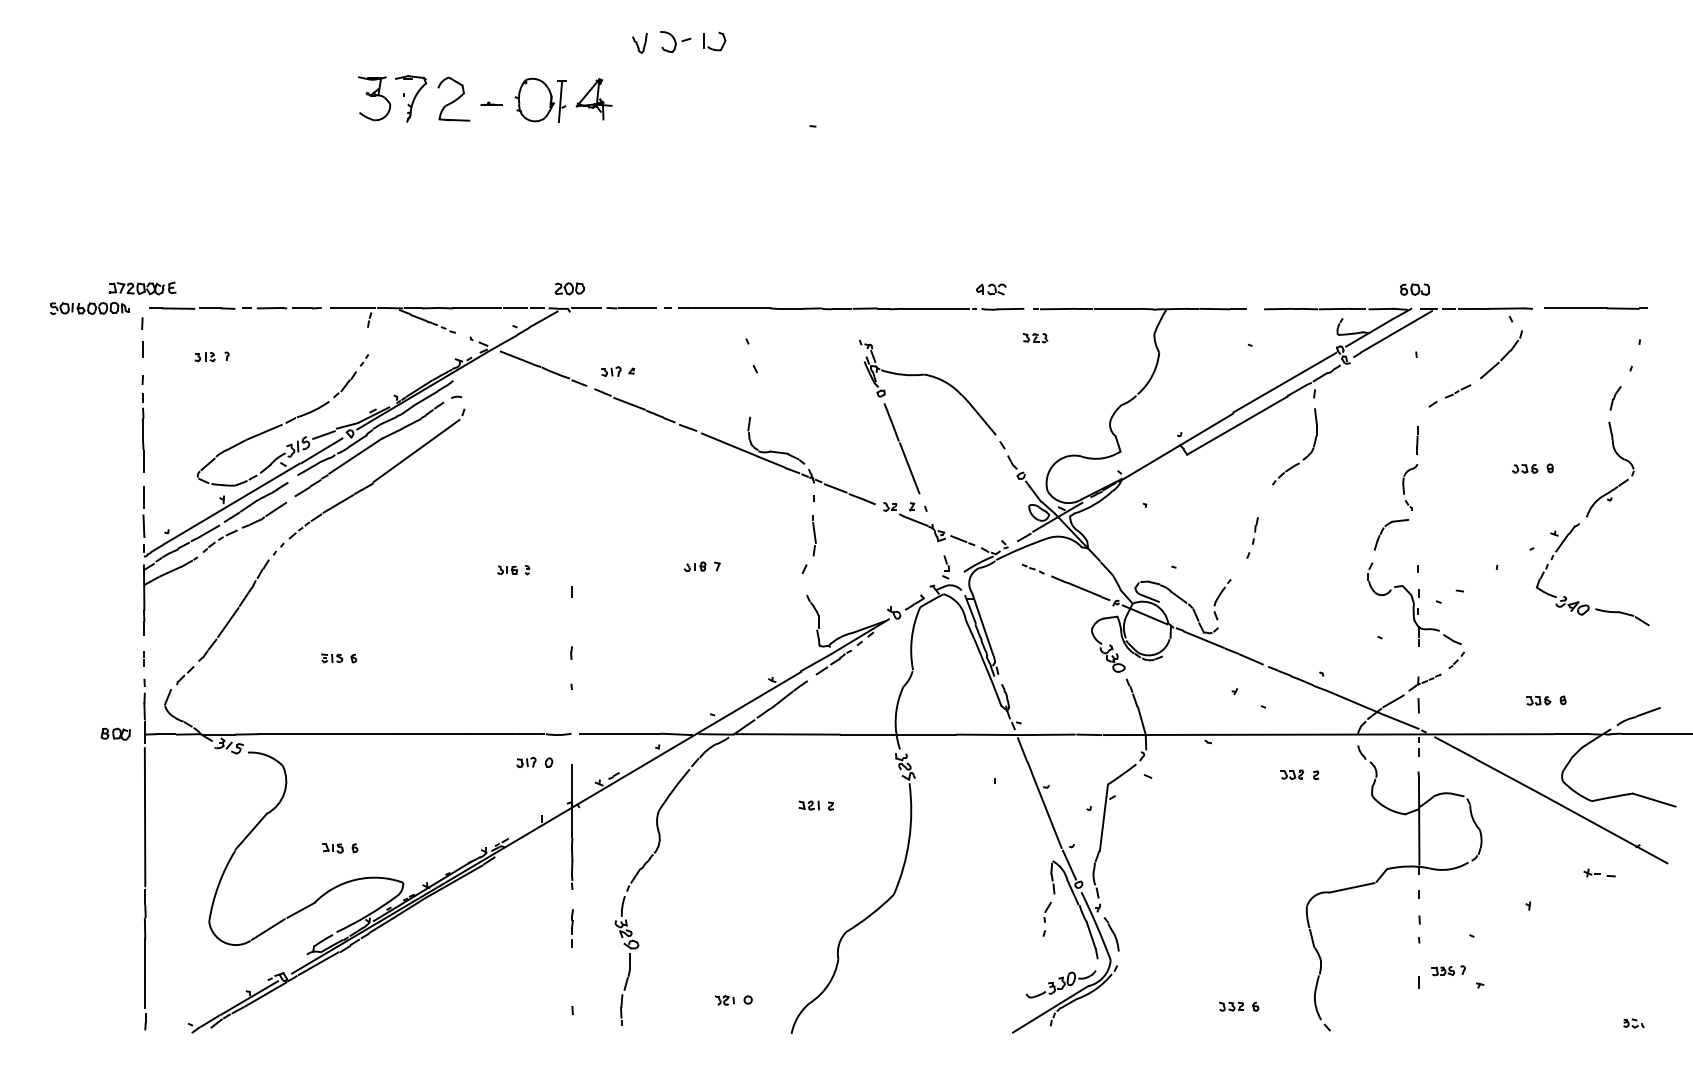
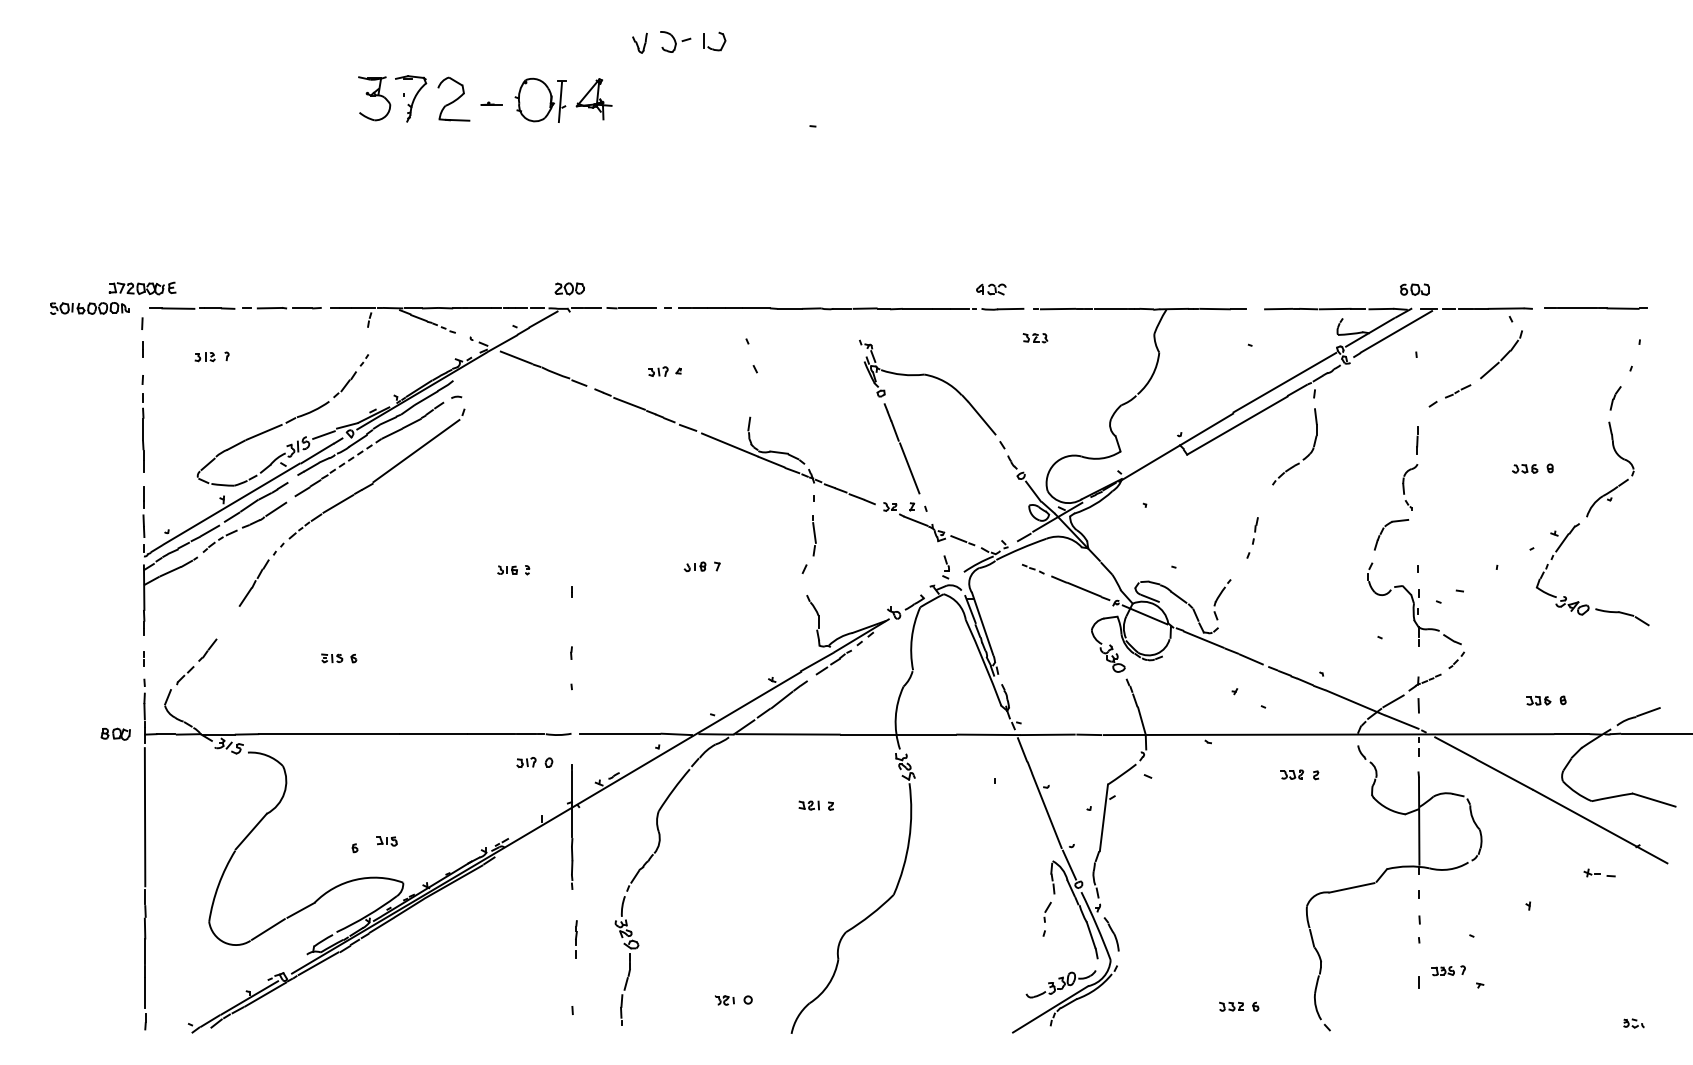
part at (617, 371) position: (617, 371) -> (664, 371)
line at (355, 456): solid -> dashed
line at (228, 622): present -> none
part at (332, 848) position: (332, 848) -> (386, 841)
line at (572, 928) position: (572, 928) -> (576, 939)
